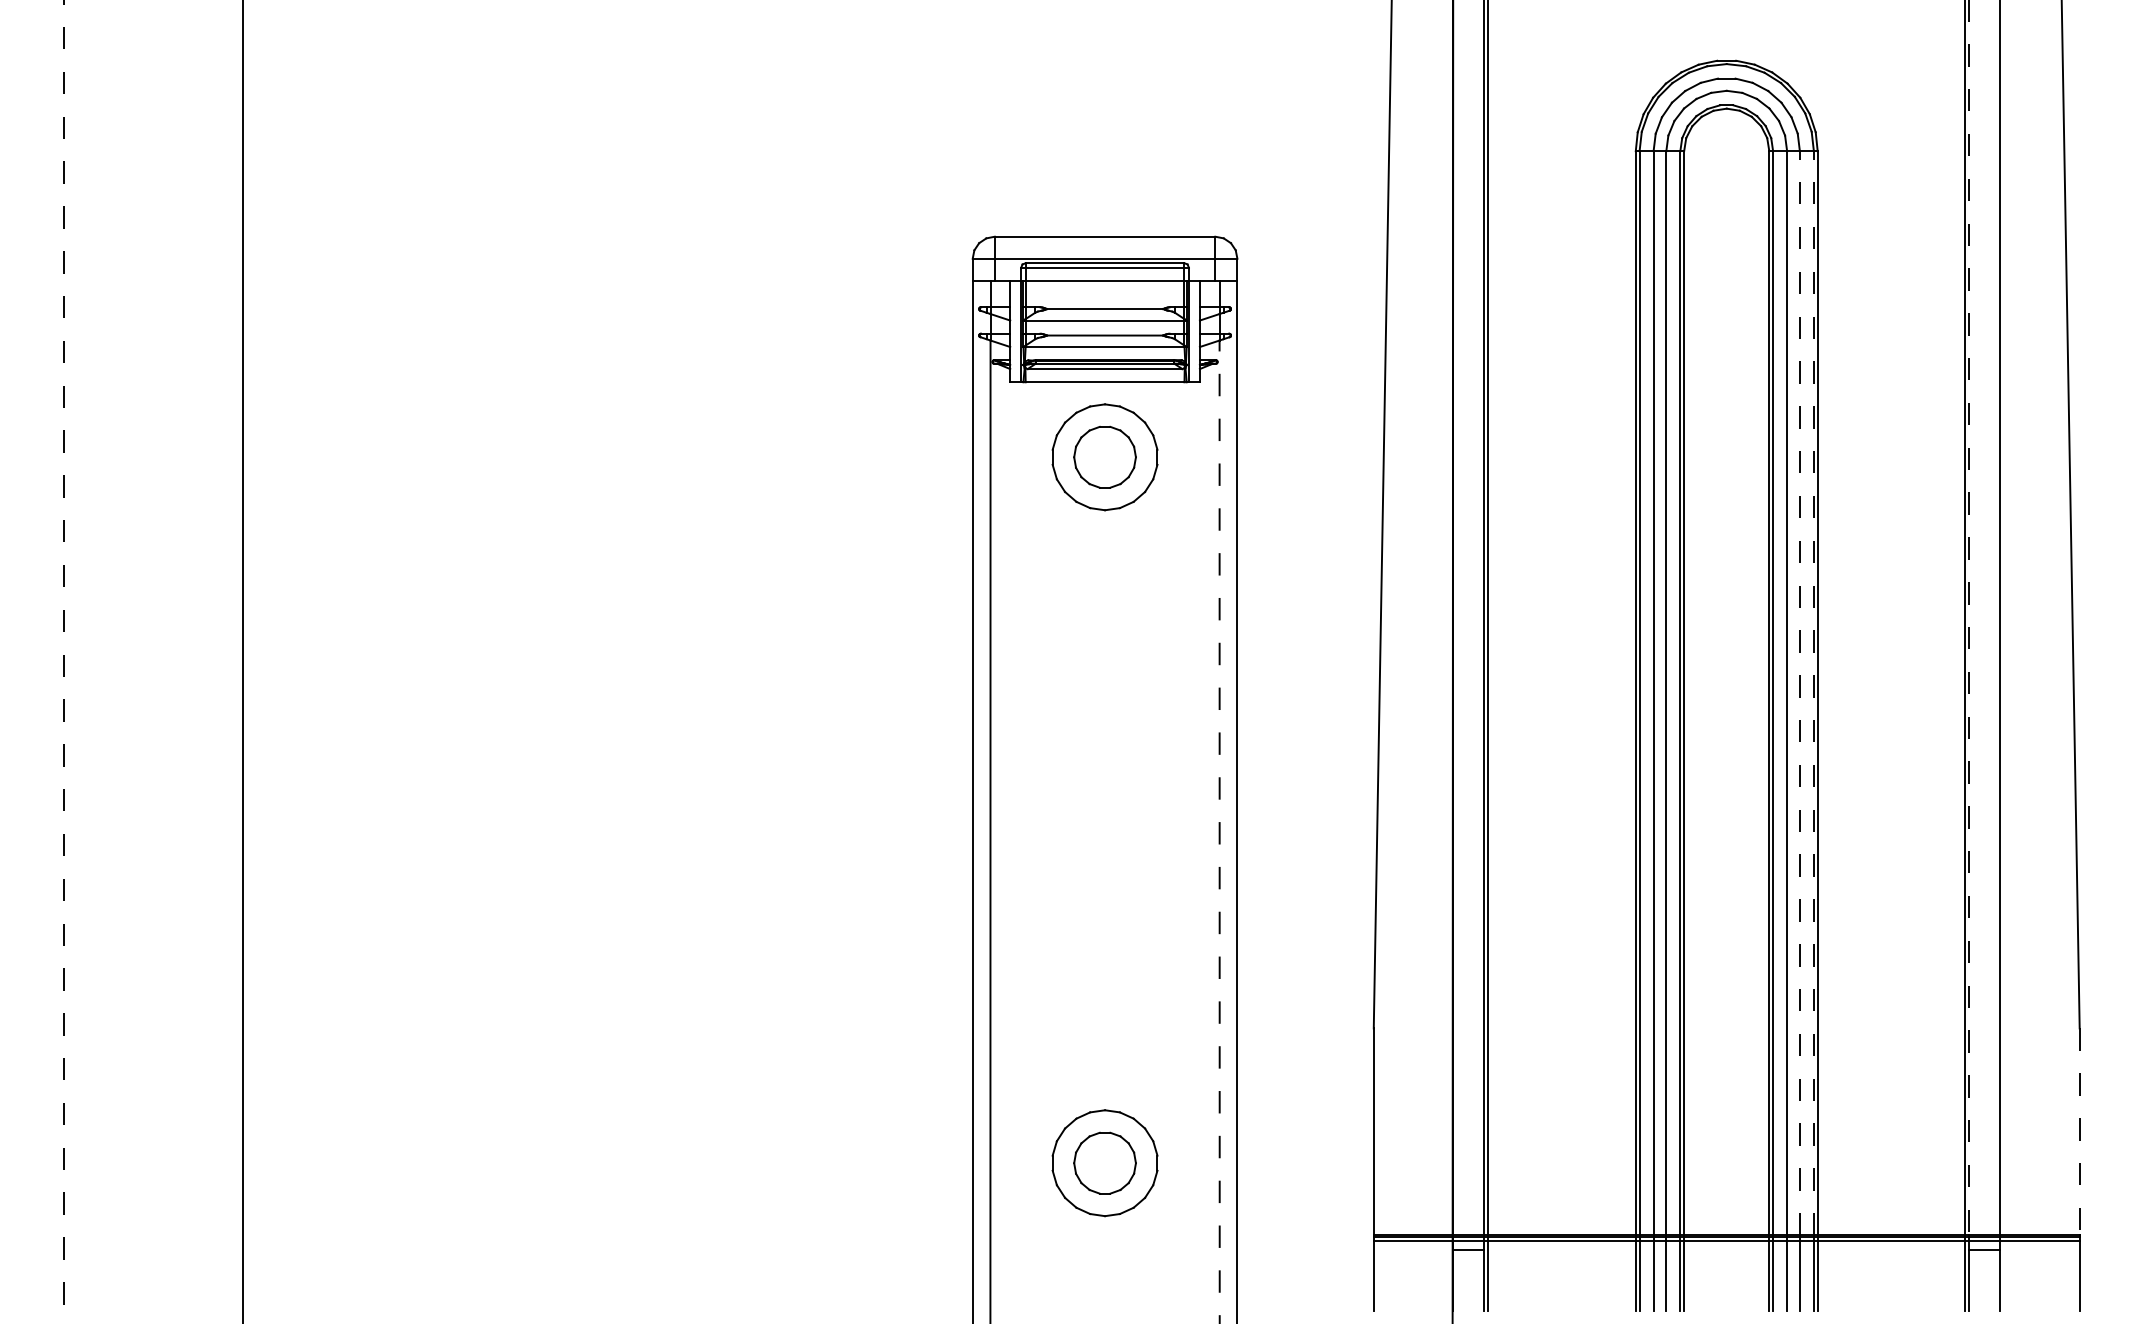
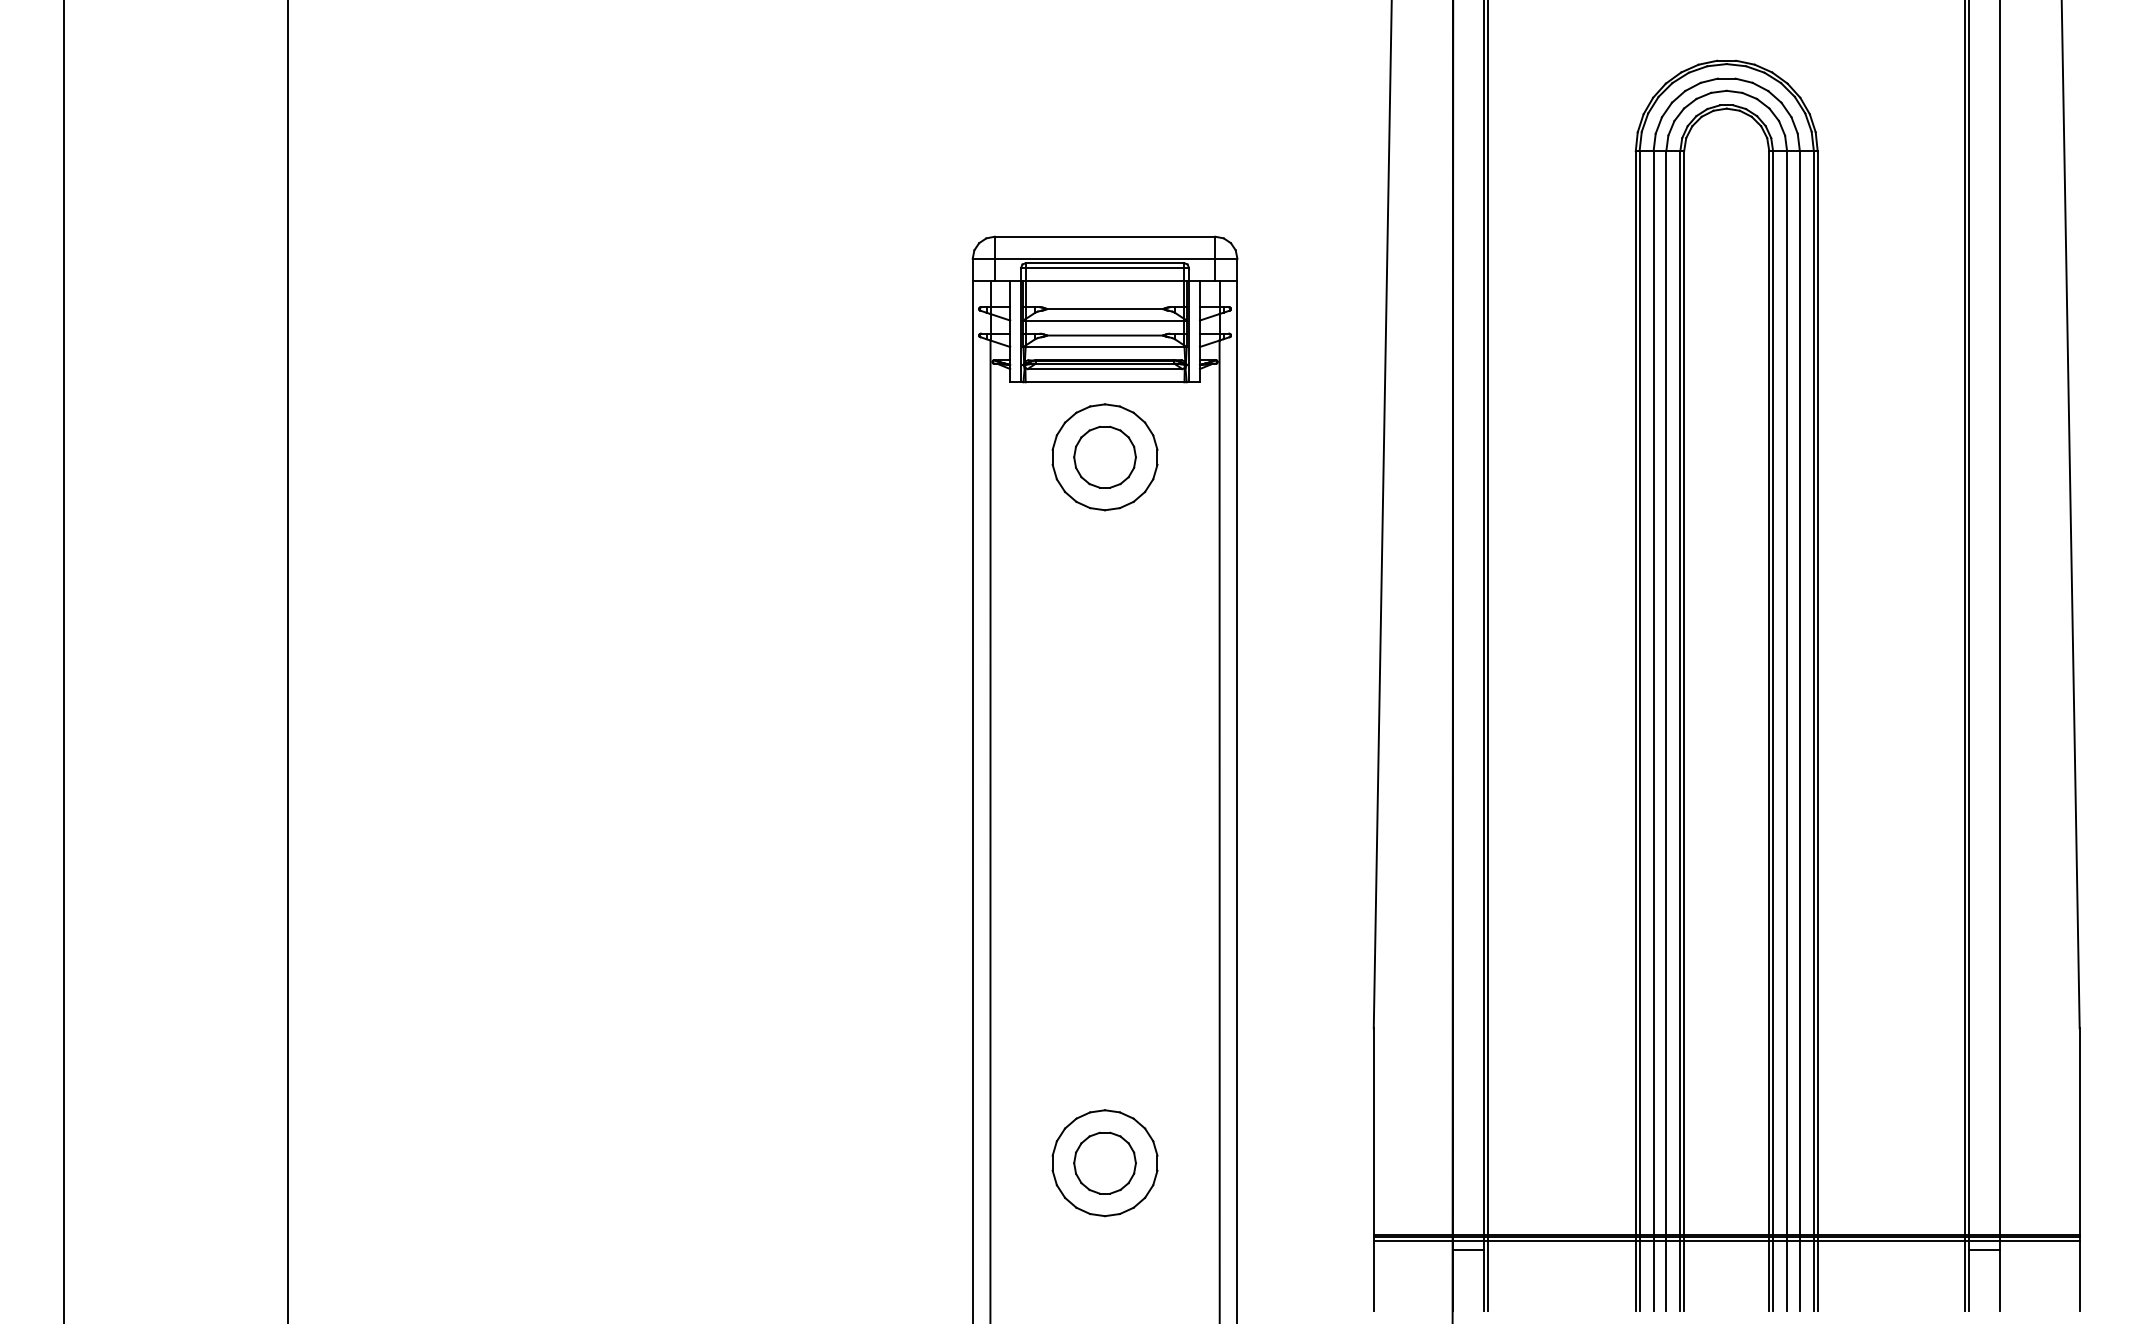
line at (1969, 618): dashed -> solid
line at (64, 661): dashed -> solid
line at (243, 661) position: (243, 661) -> (288, 661)
line at (1799, 692): dashed -> solid
line at (1813, 692): dashed -> solid
line at (1219, 831): dashed -> solid
line at (2079, 1131): dashed -> solid
